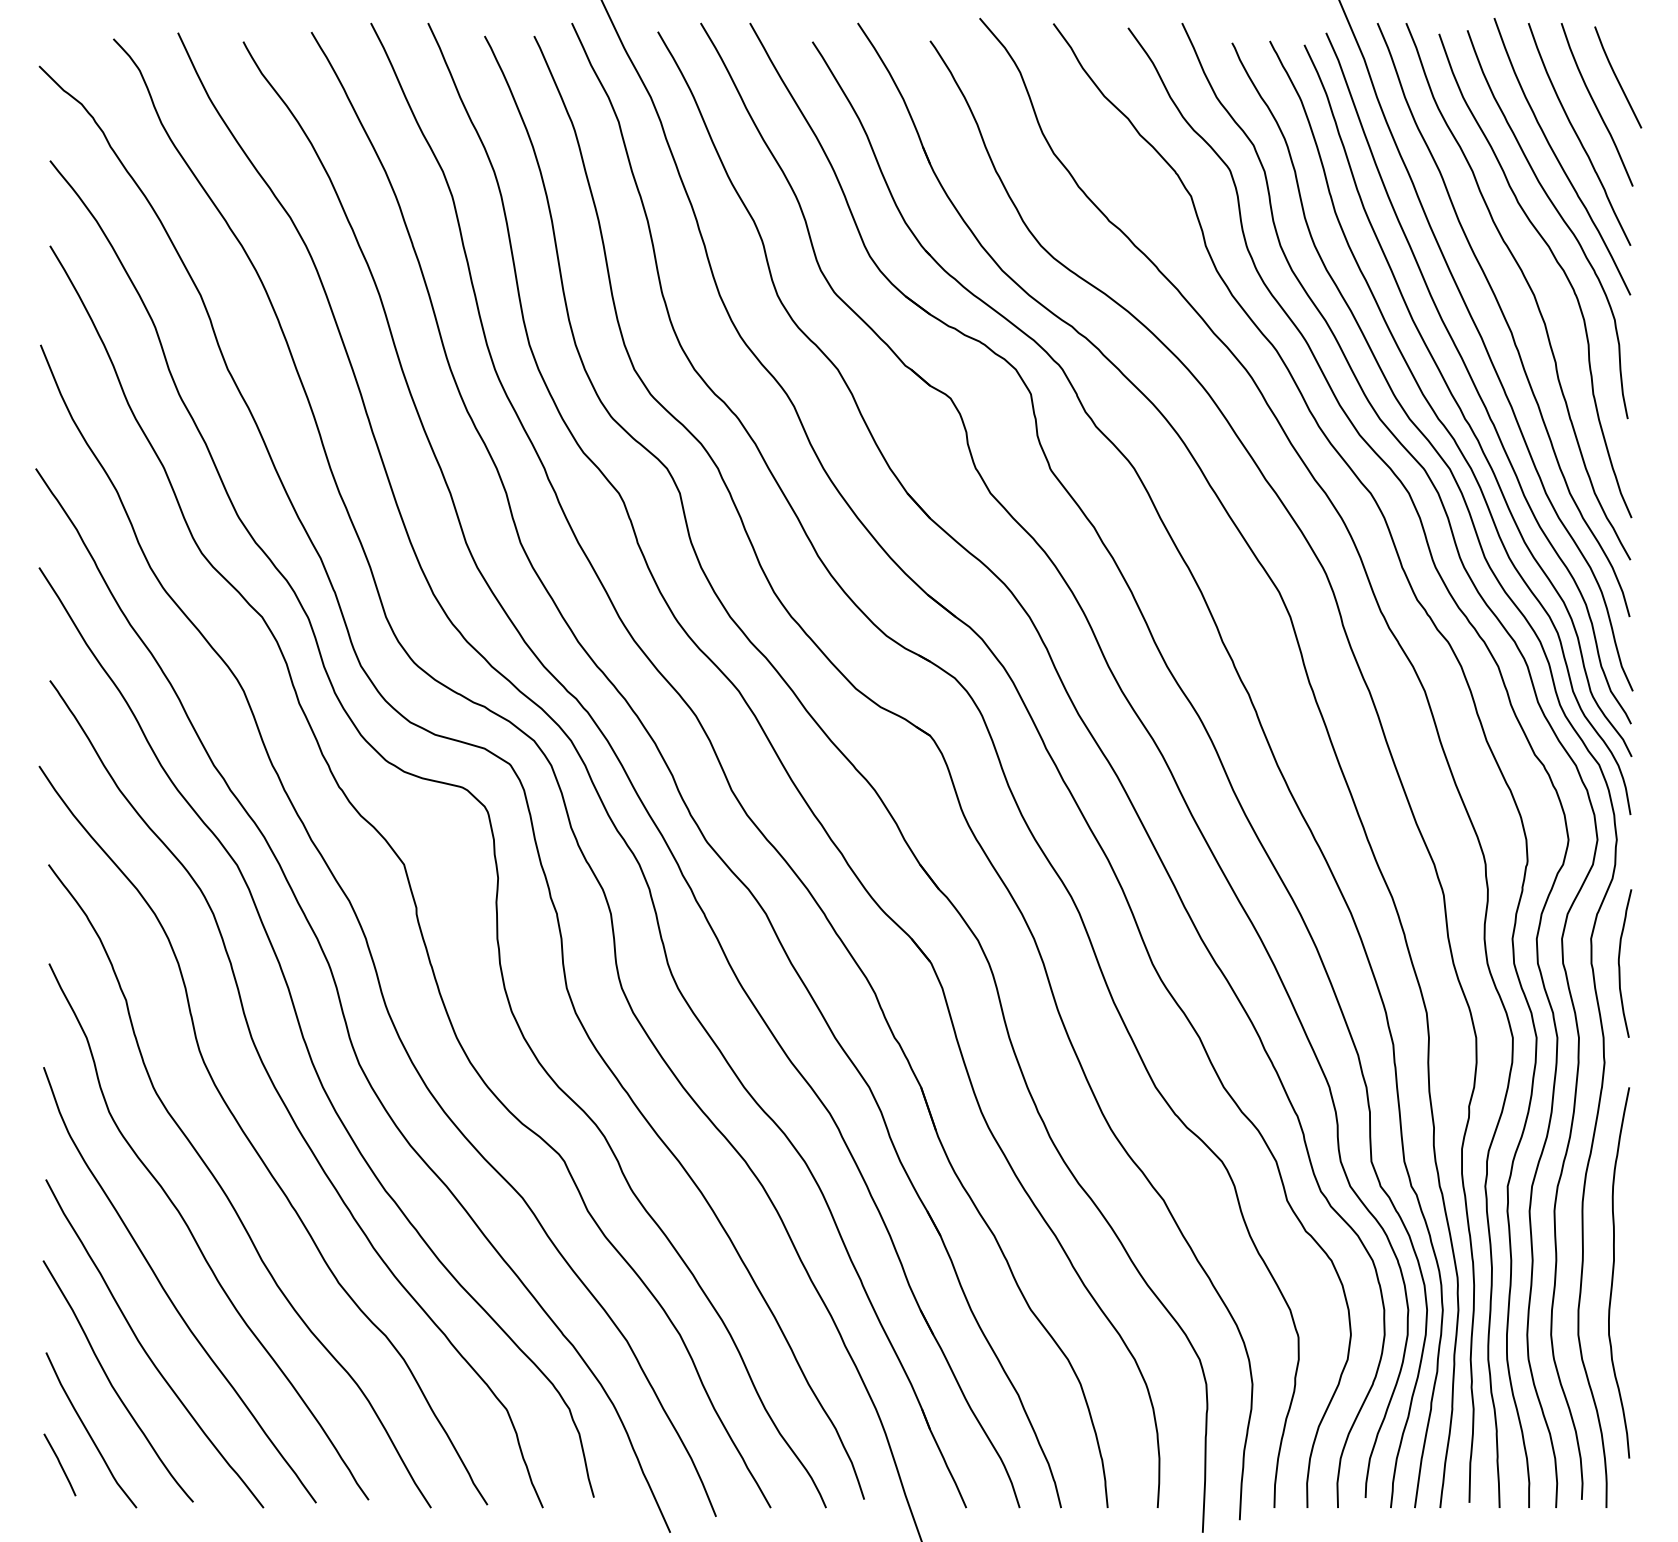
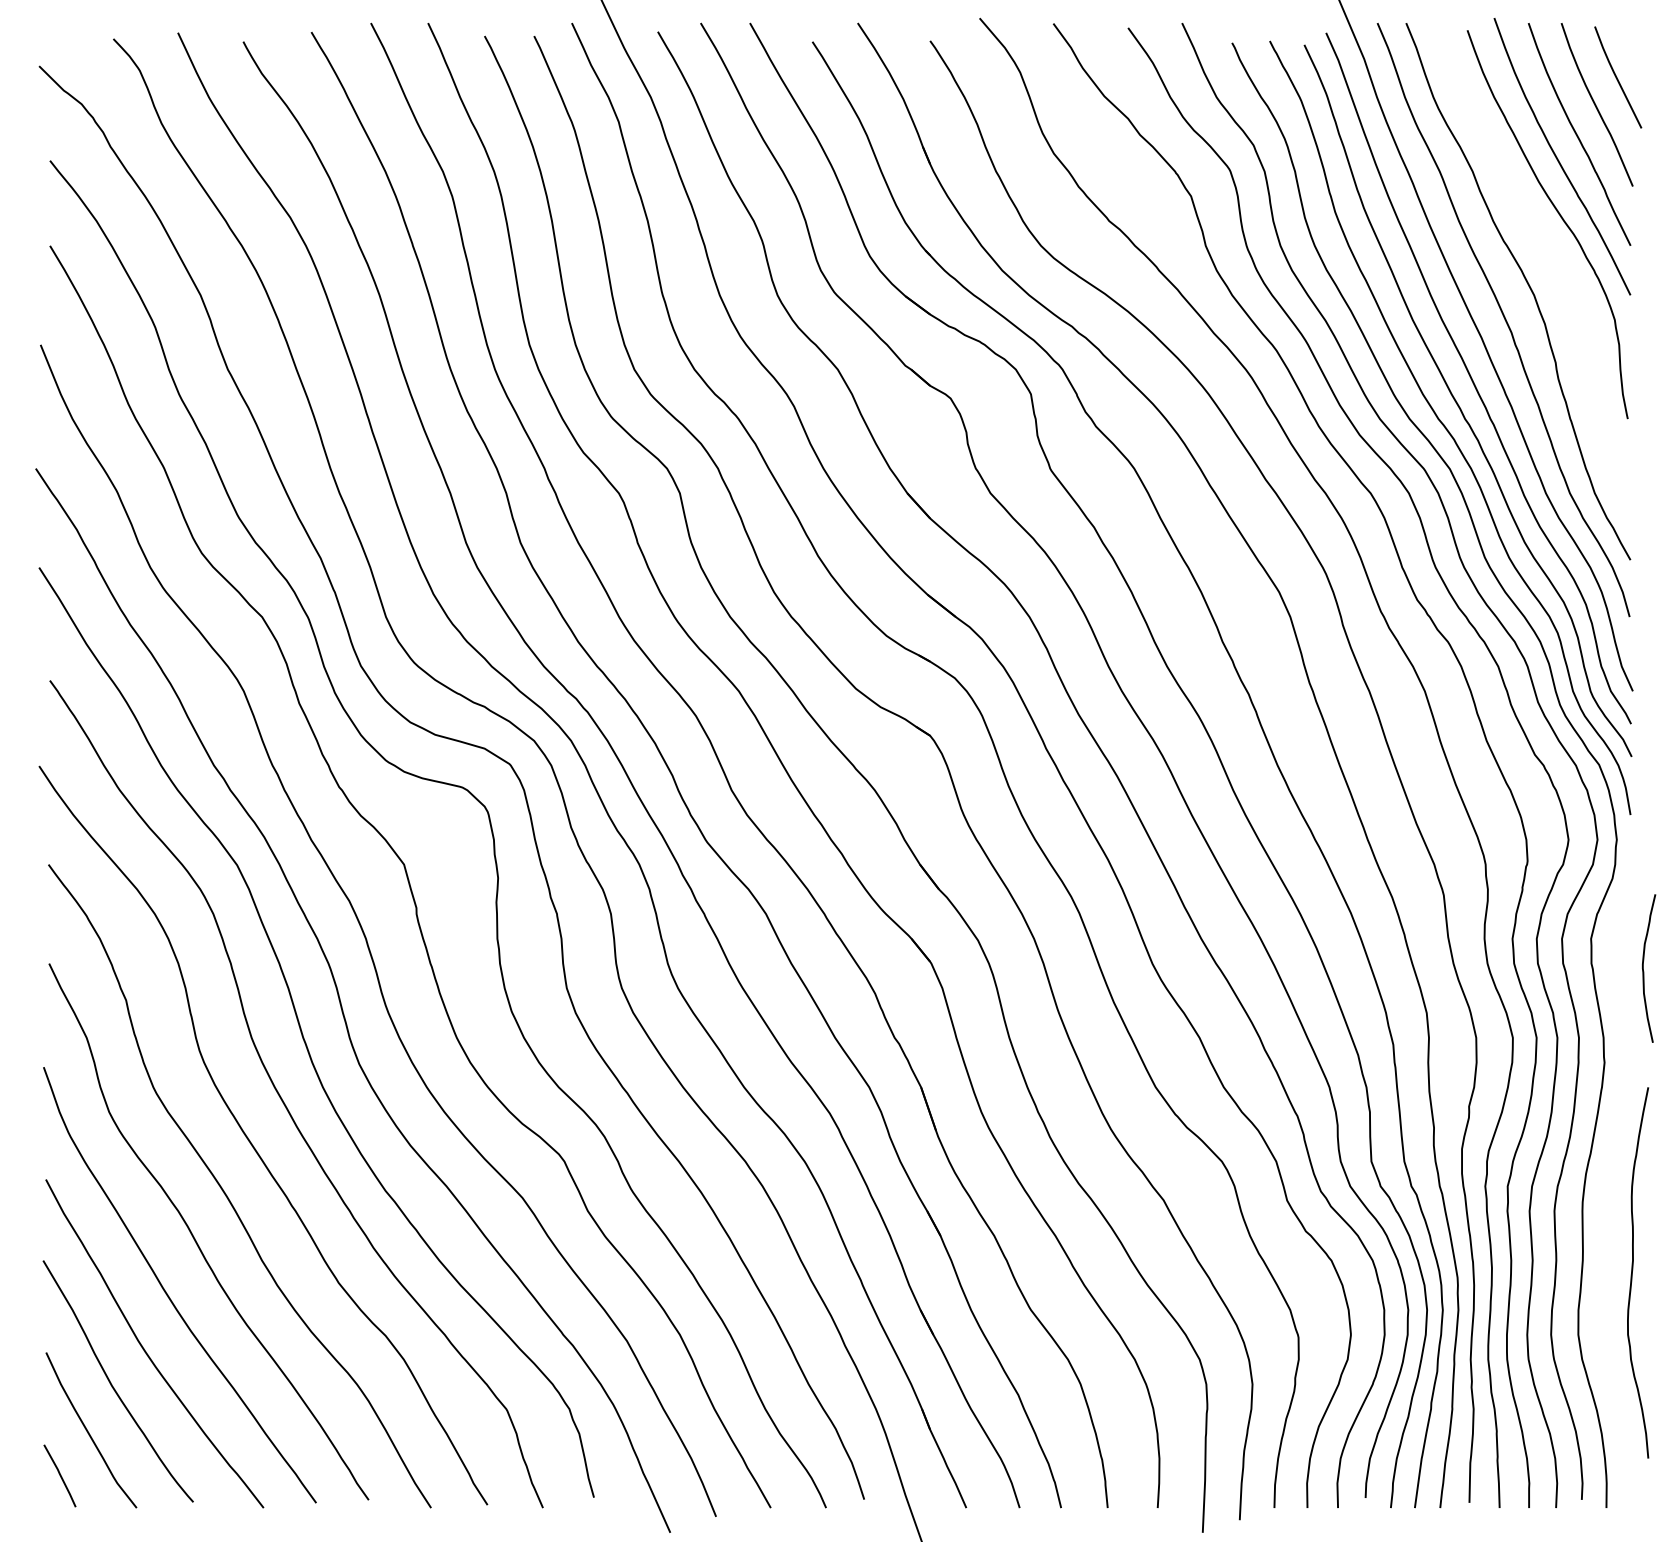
curve at (1556, 262): present -> none
curve at (1620, 966) position: (1620, 966) -> (1644, 971)
curve at (1614, 1270) position: (1614, 1270) -> (1633, 1270)
line at (59, 1464) position: (59, 1464) -> (59, 1475)
